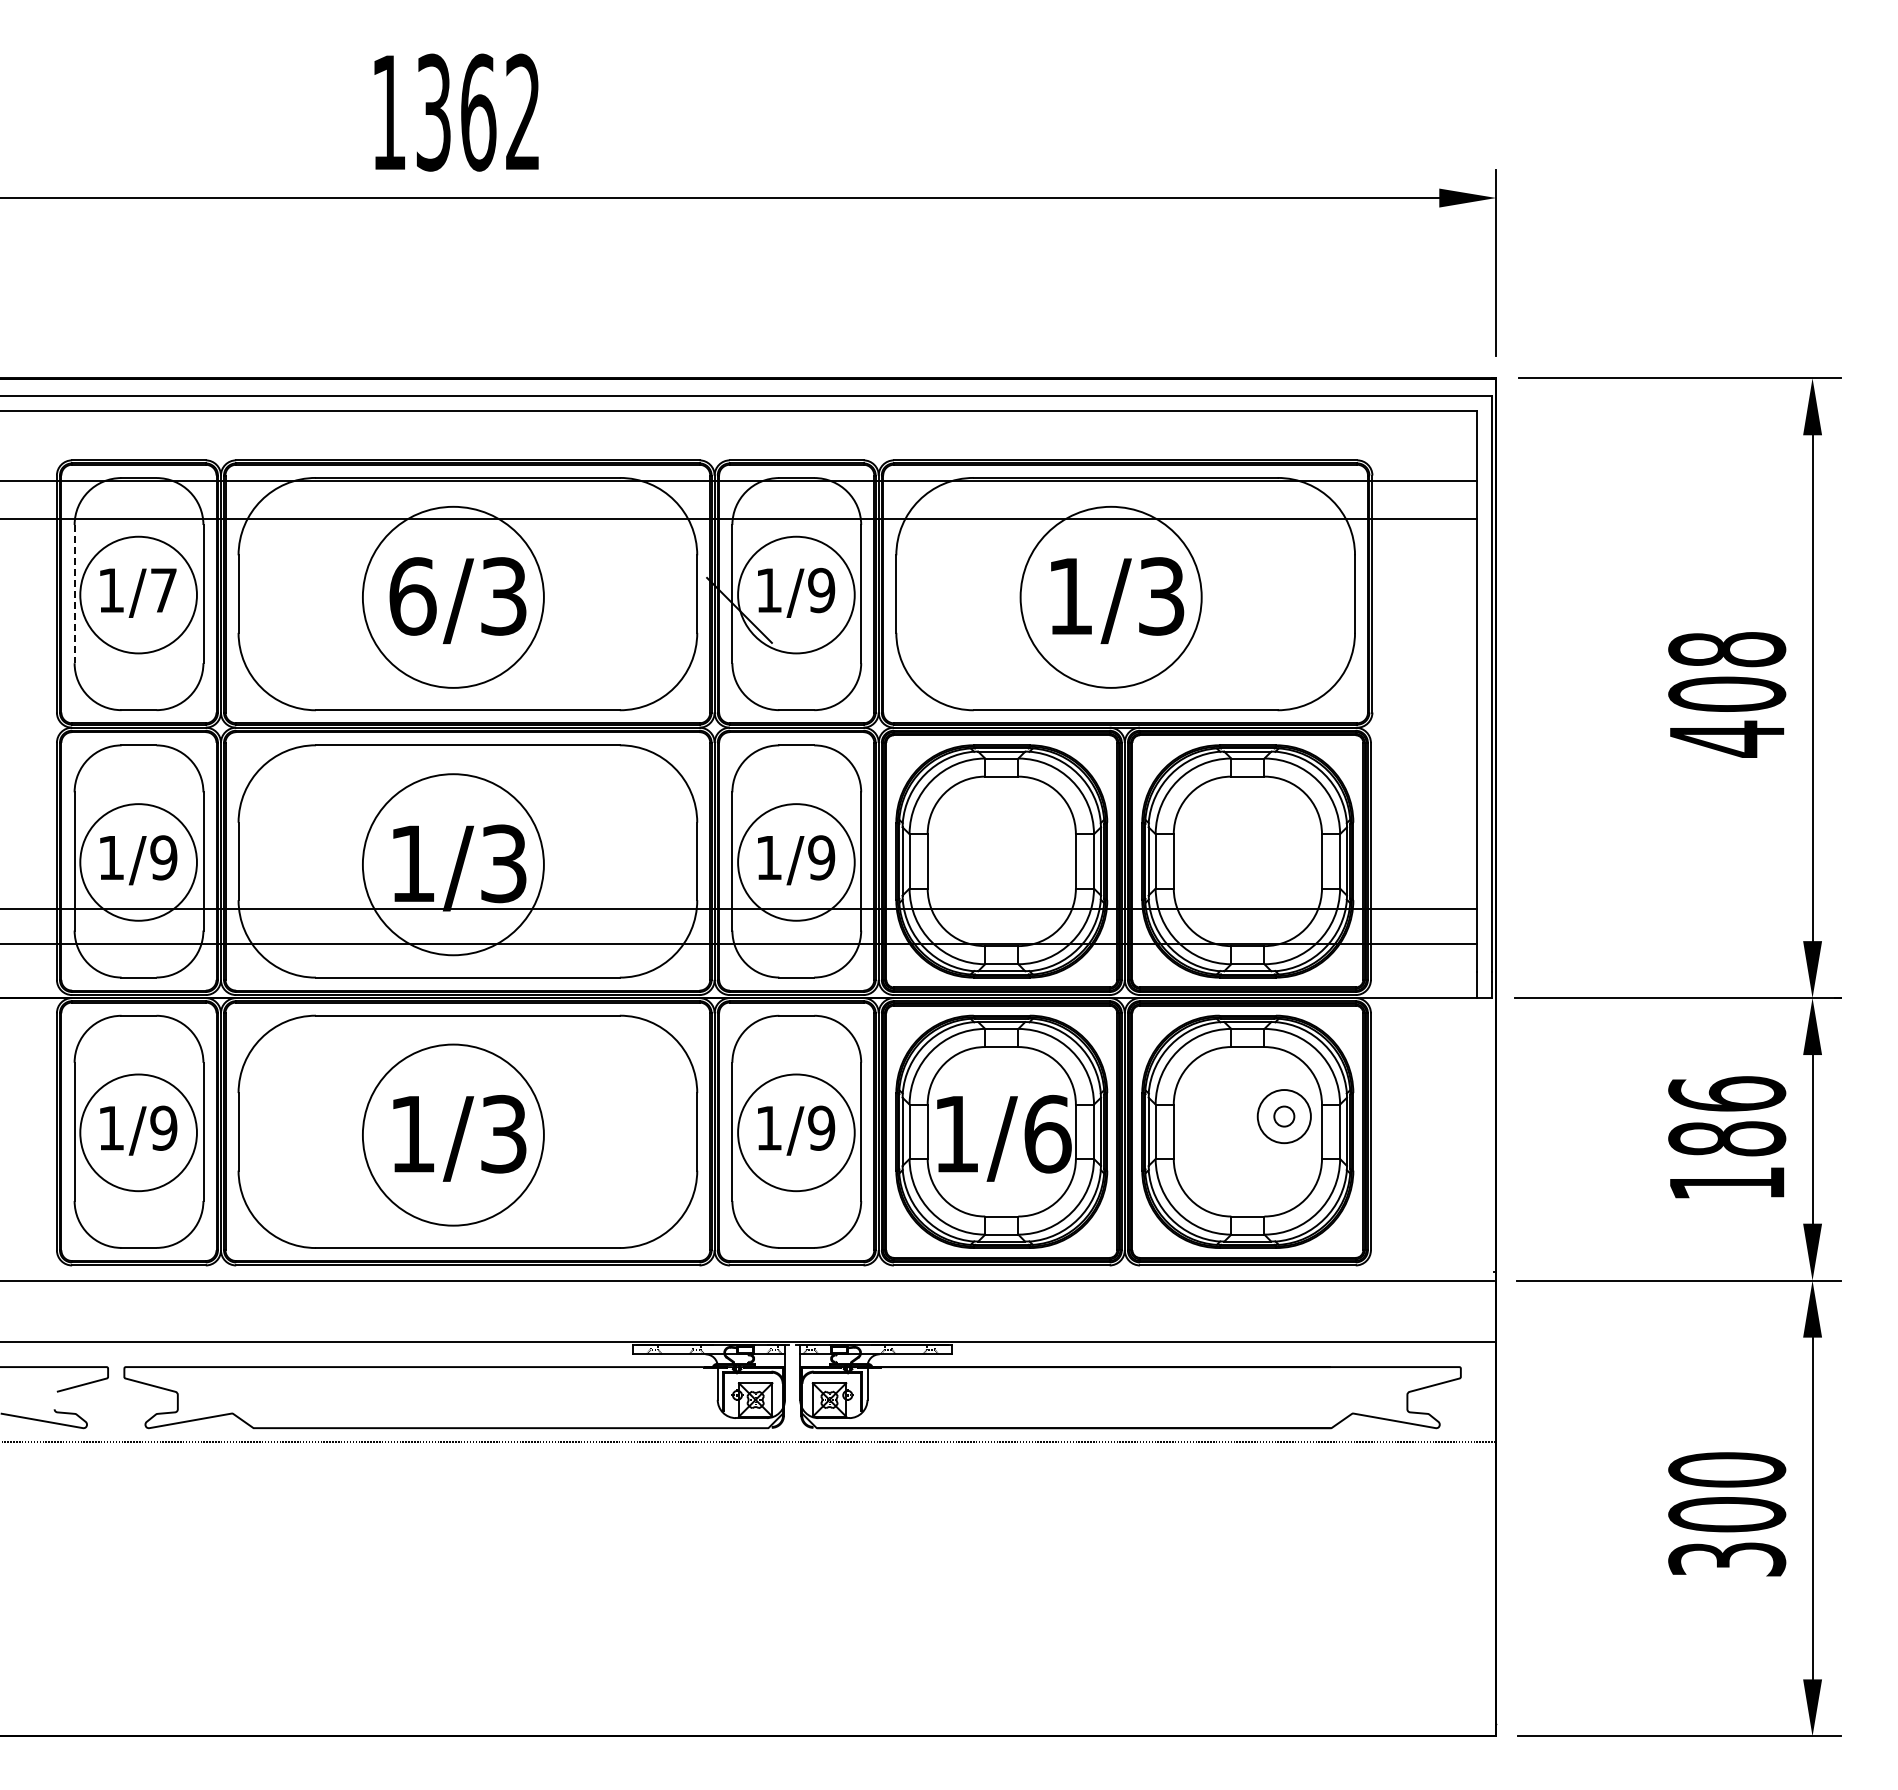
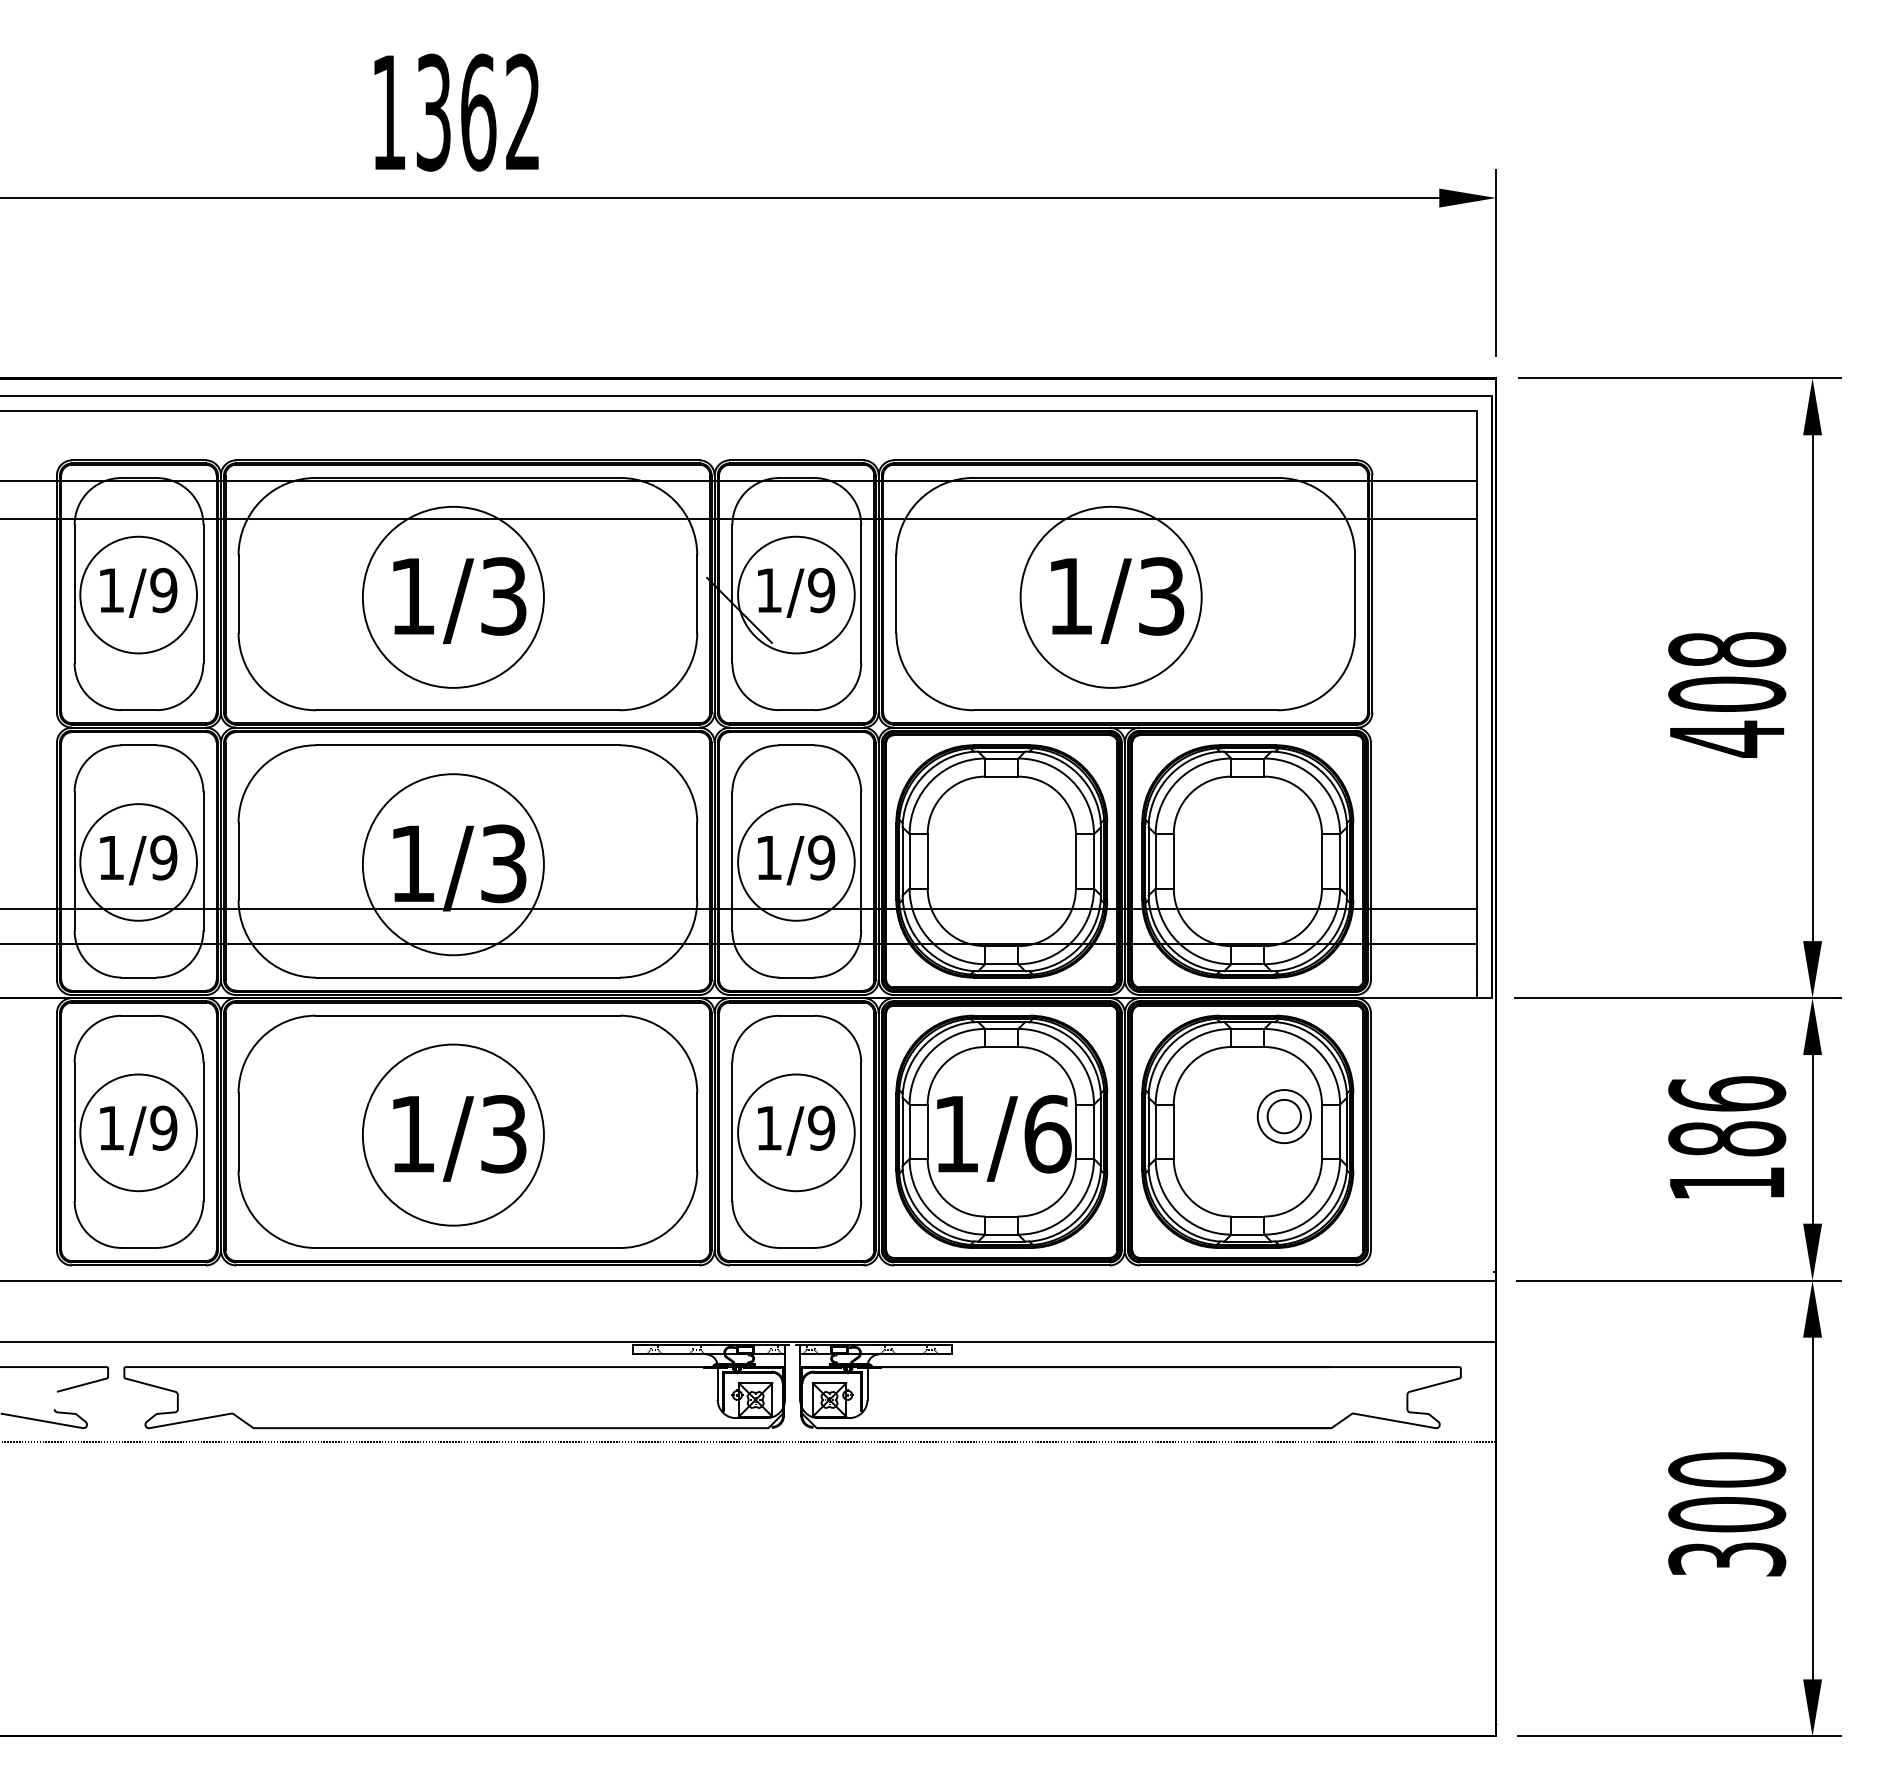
text at (163, 590): 1/7 -> 1/9
line at (74, 594): dashed -> solid
text at (412, 596): 6/3 -> 1/3
circle at (1284, 1116) diameter: 20 px -> 33 px
